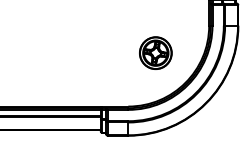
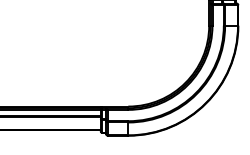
part at (155, 52): present -> none
